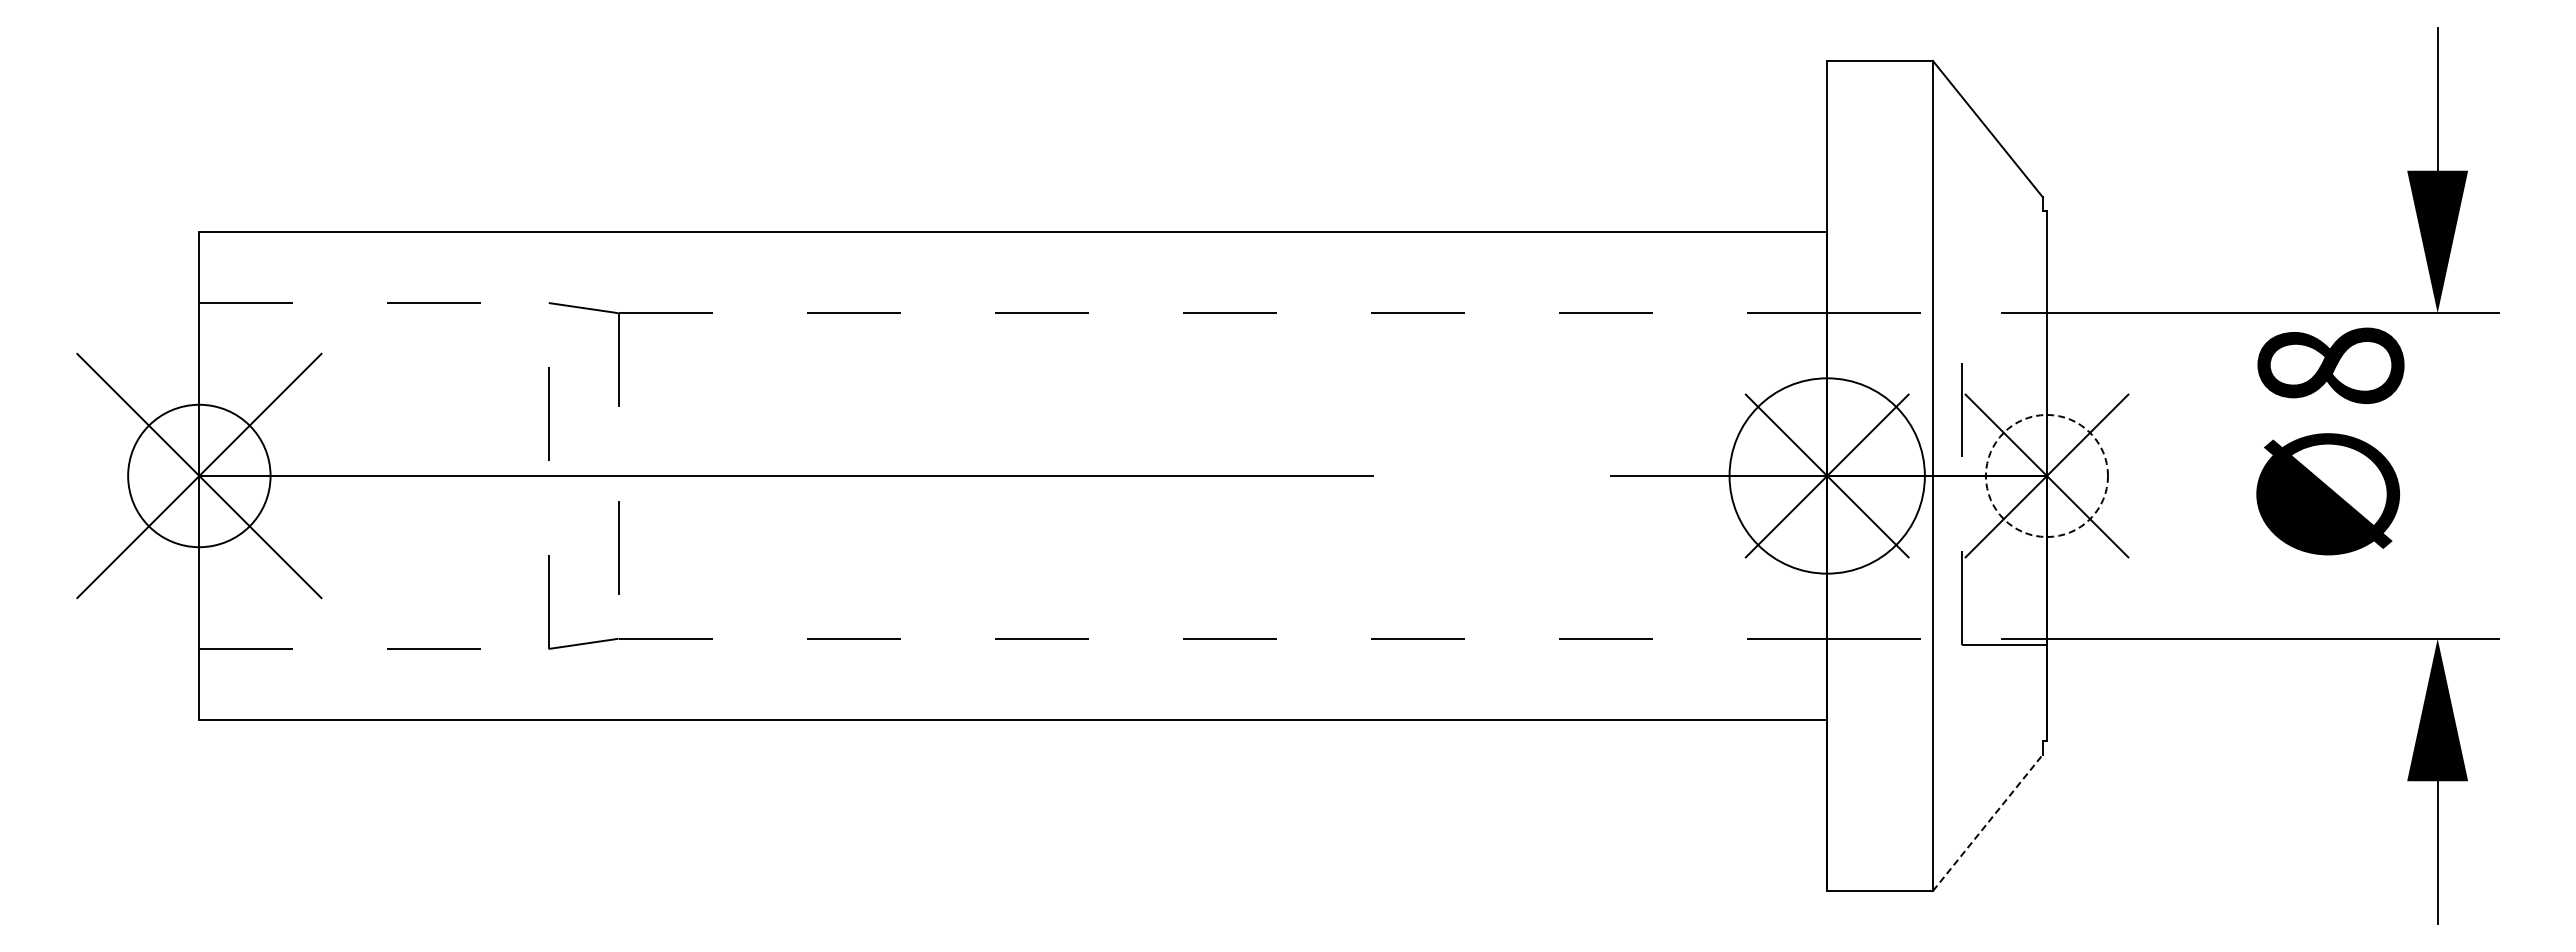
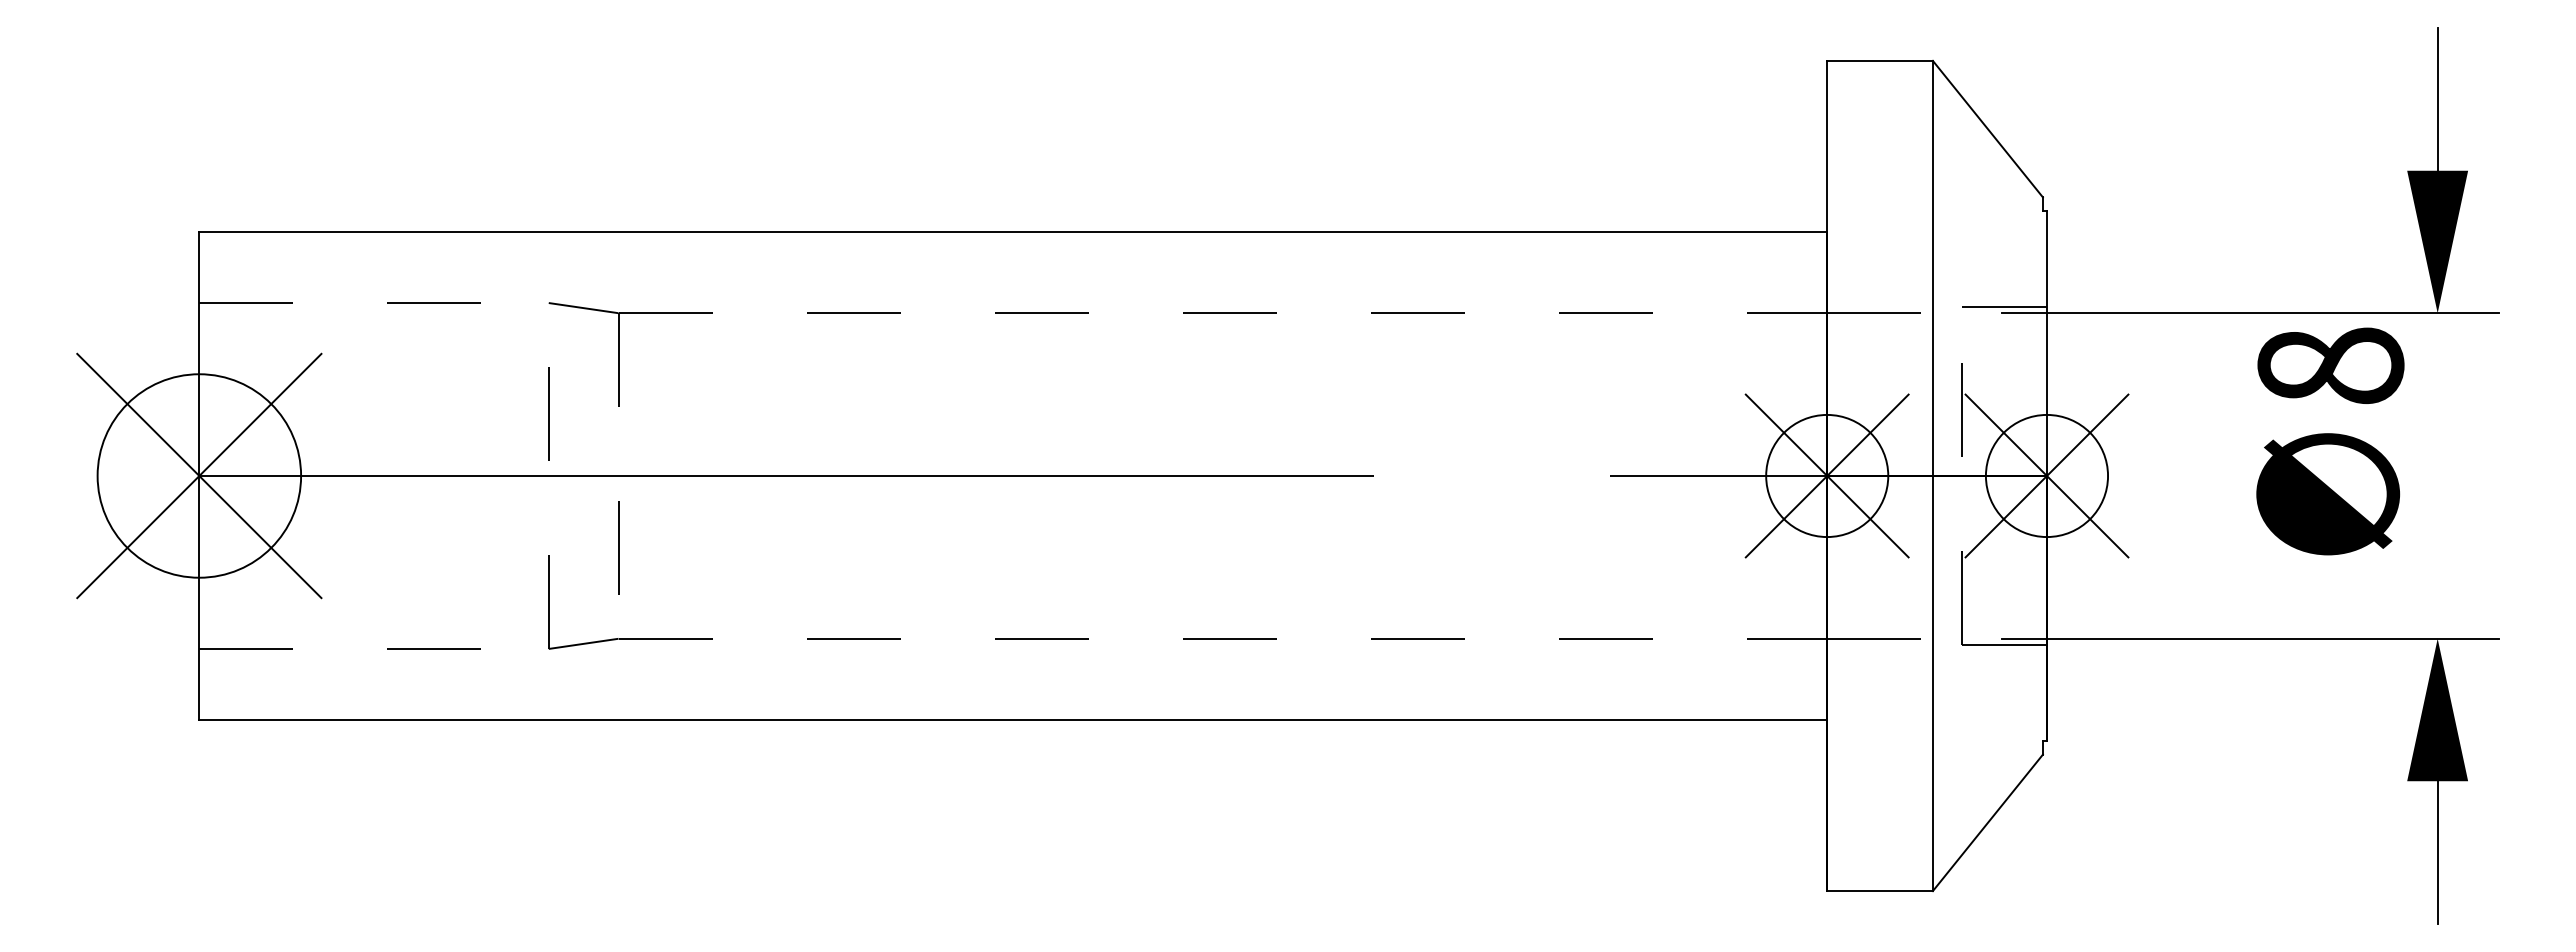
line at (2003, 307): none -> present
circle at (199, 475) diameter: 142 px -> 203 px
circle at (1826, 475) diameter: 195 px -> 122 px
circle at (2046, 475): dashed -> solid
line at (1987, 822): dashed -> solid
